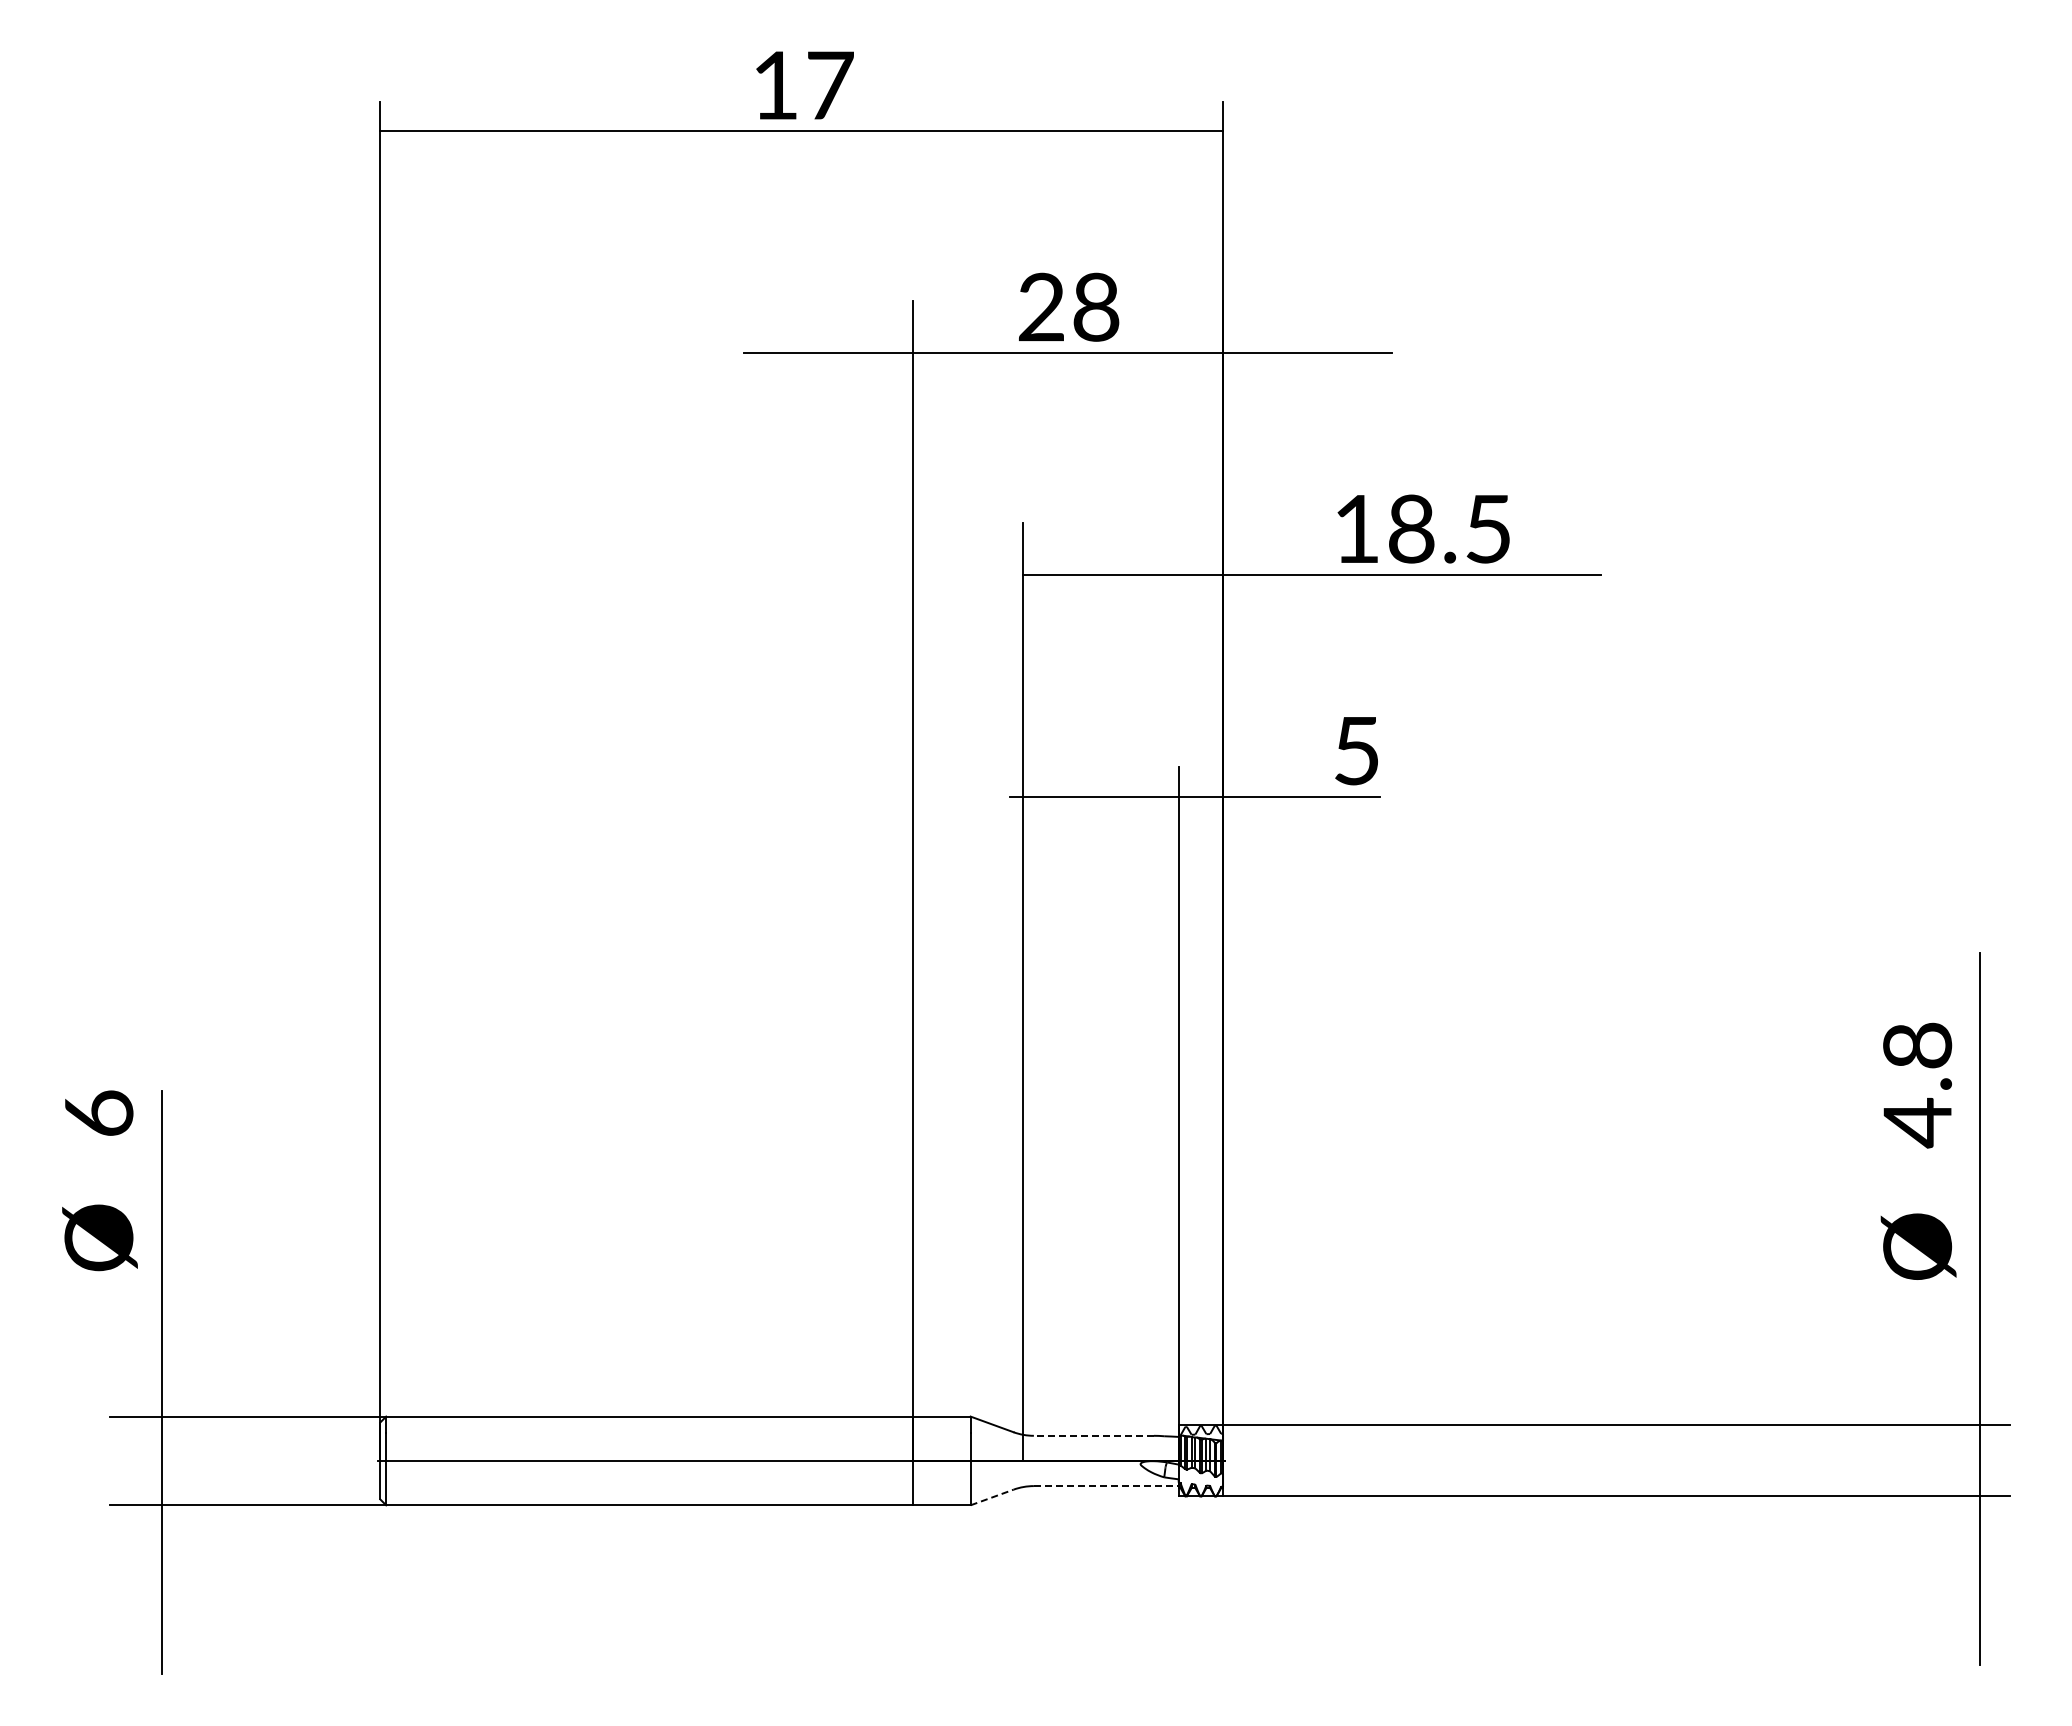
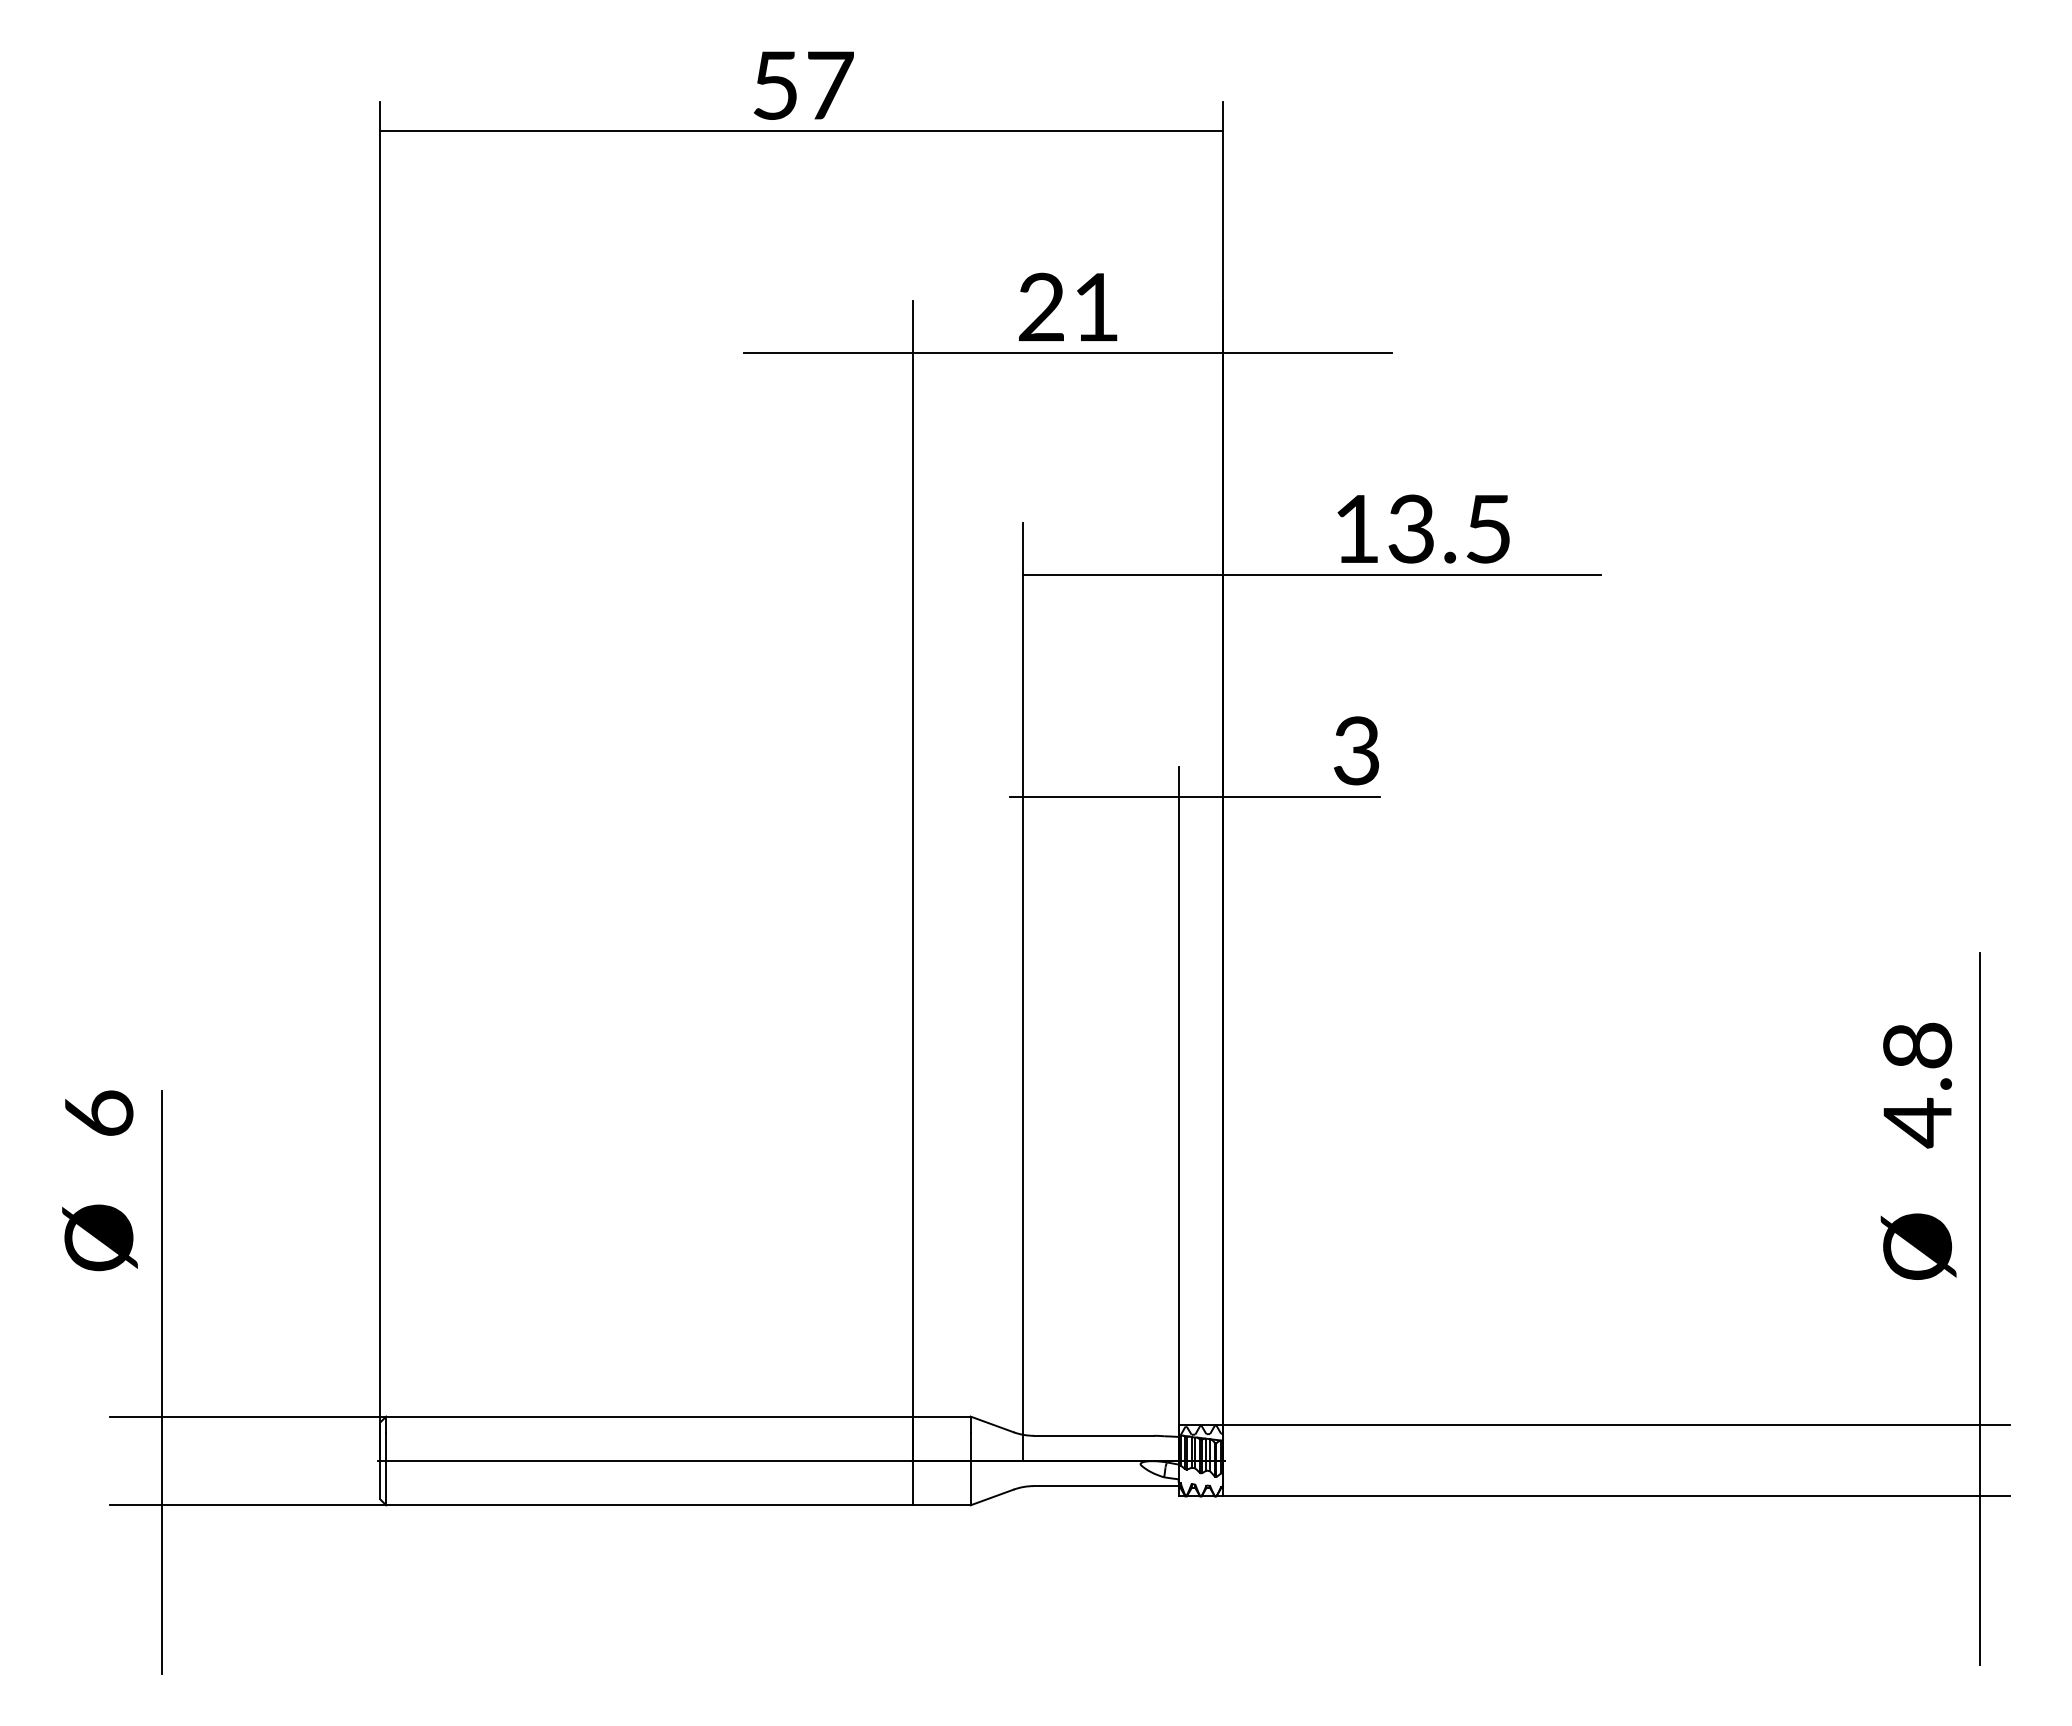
text at (774, 85): 17 -> 57
text at (1096, 306): 28 -> 21
text at (1411, 528): 18.5 -> 13.5
text at (1356, 750): 5 -> 3
line at (1093, 1435): dashed -> solid
line at (1106, 1486): dashed -> solid
line at (992, 1497): dashed -> solid
